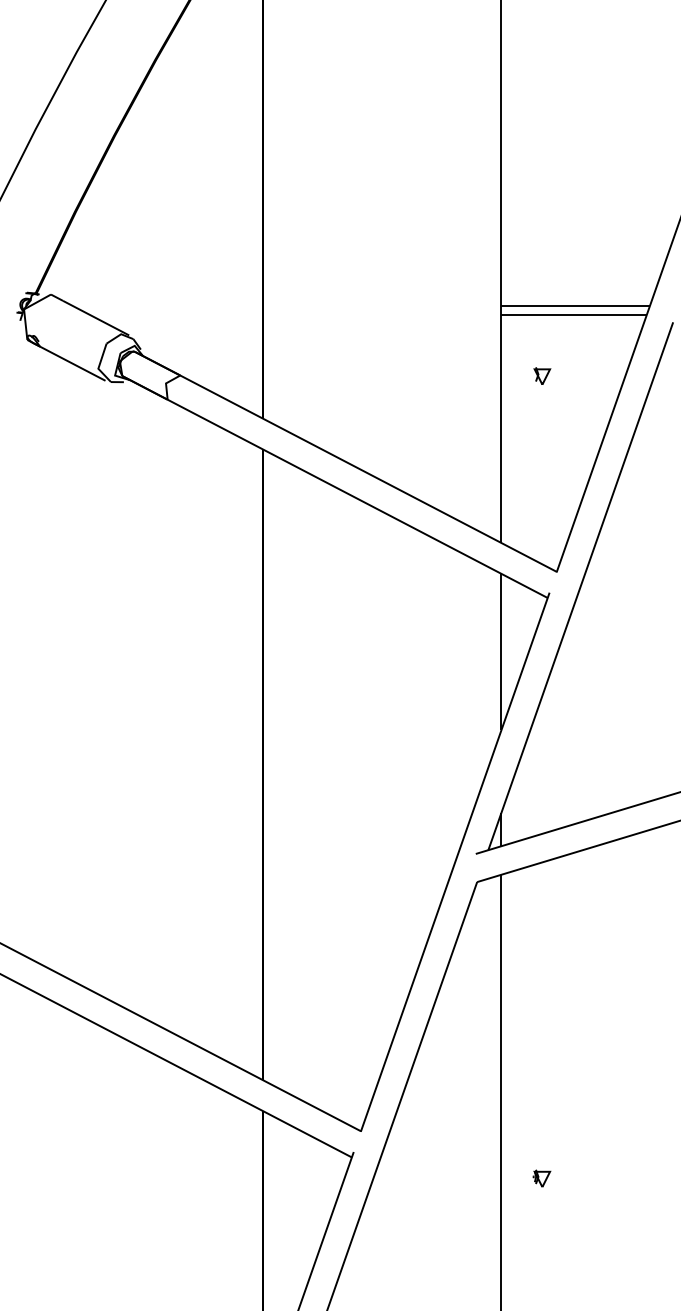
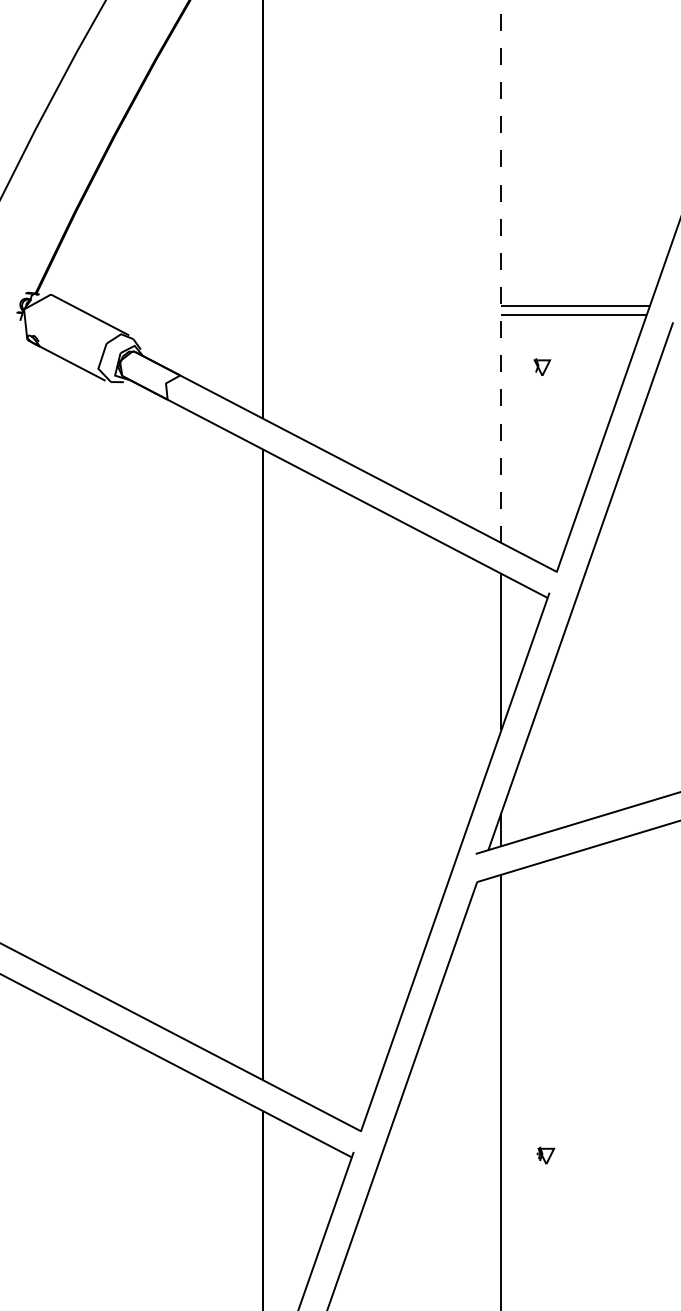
line at (501, 271): solid -> dashed
part at (542, 375) position: (542, 375) -> (542, 366)
part at (541, 1178) position: (541, 1178) -> (545, 1155)
